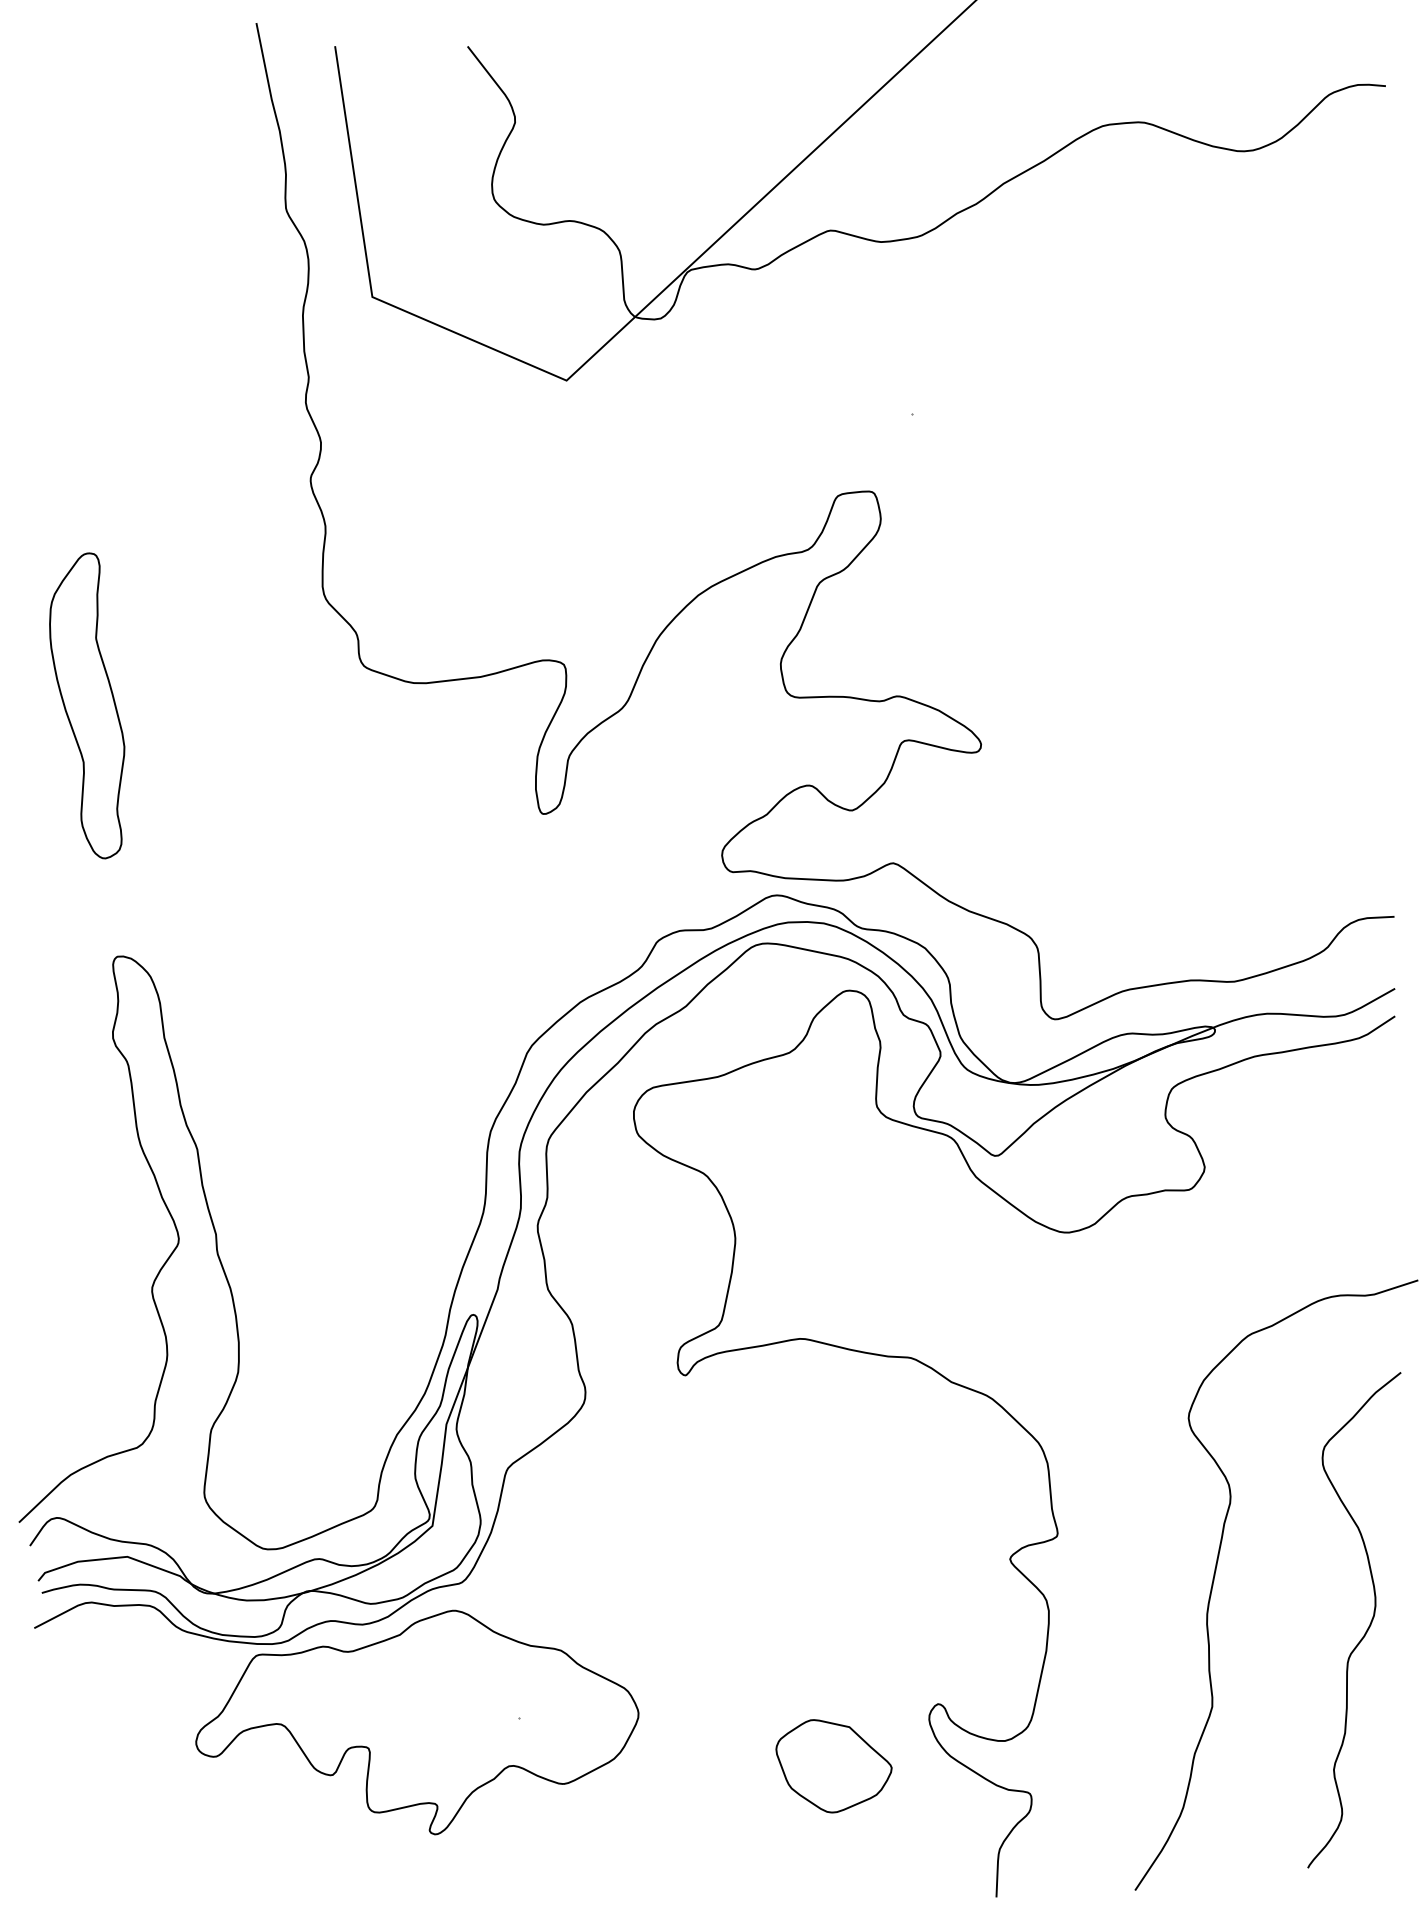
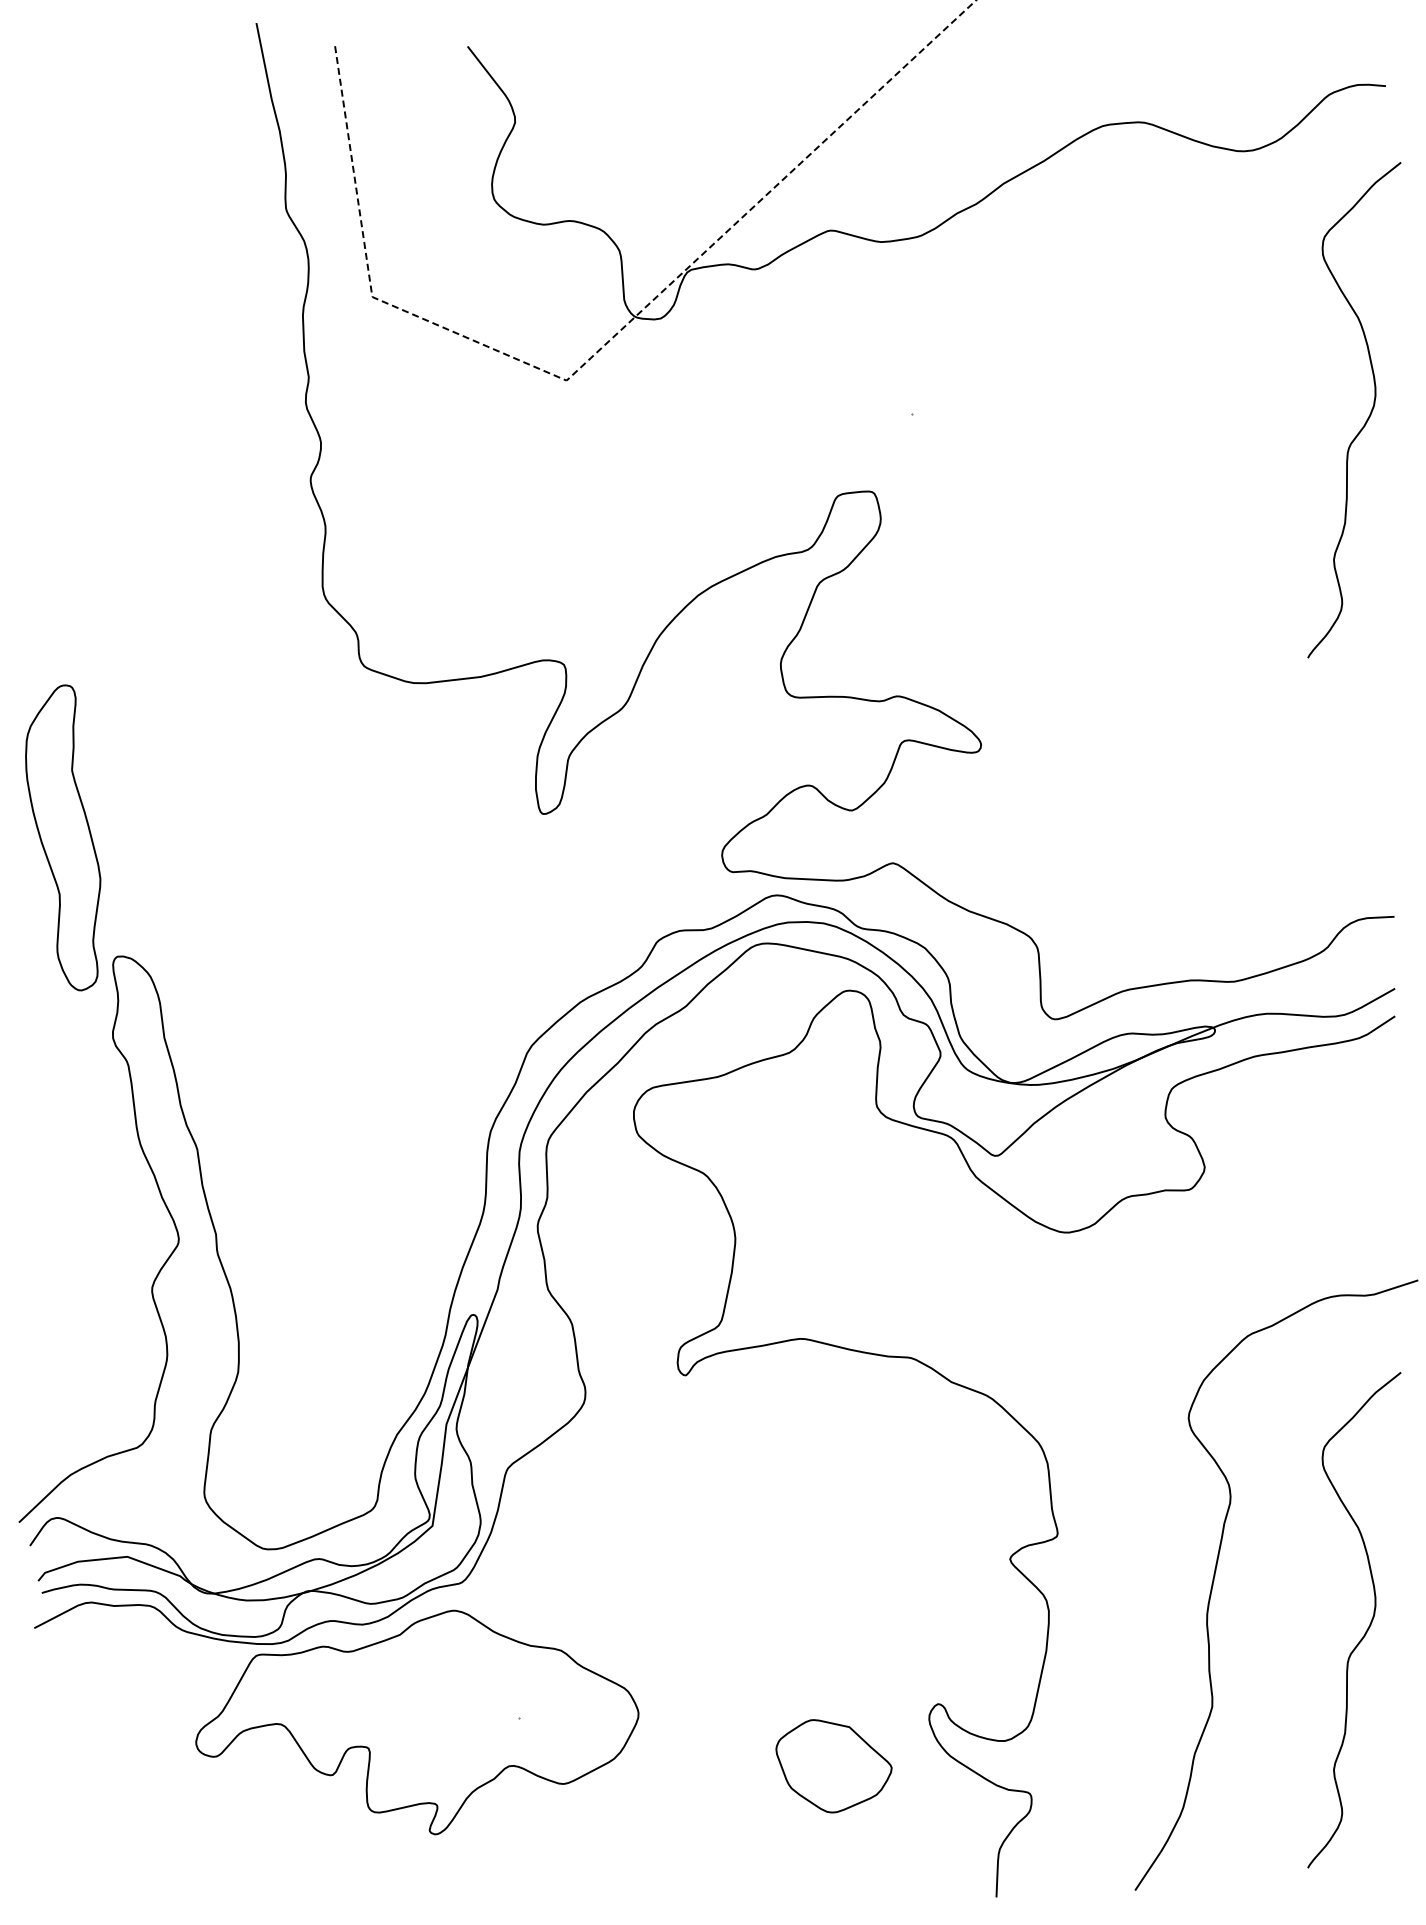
line at (600, 349): solid -> dashed
curve at (1366, 419): none -> present
part at (87, 705) position: (87, 705) -> (63, 837)
